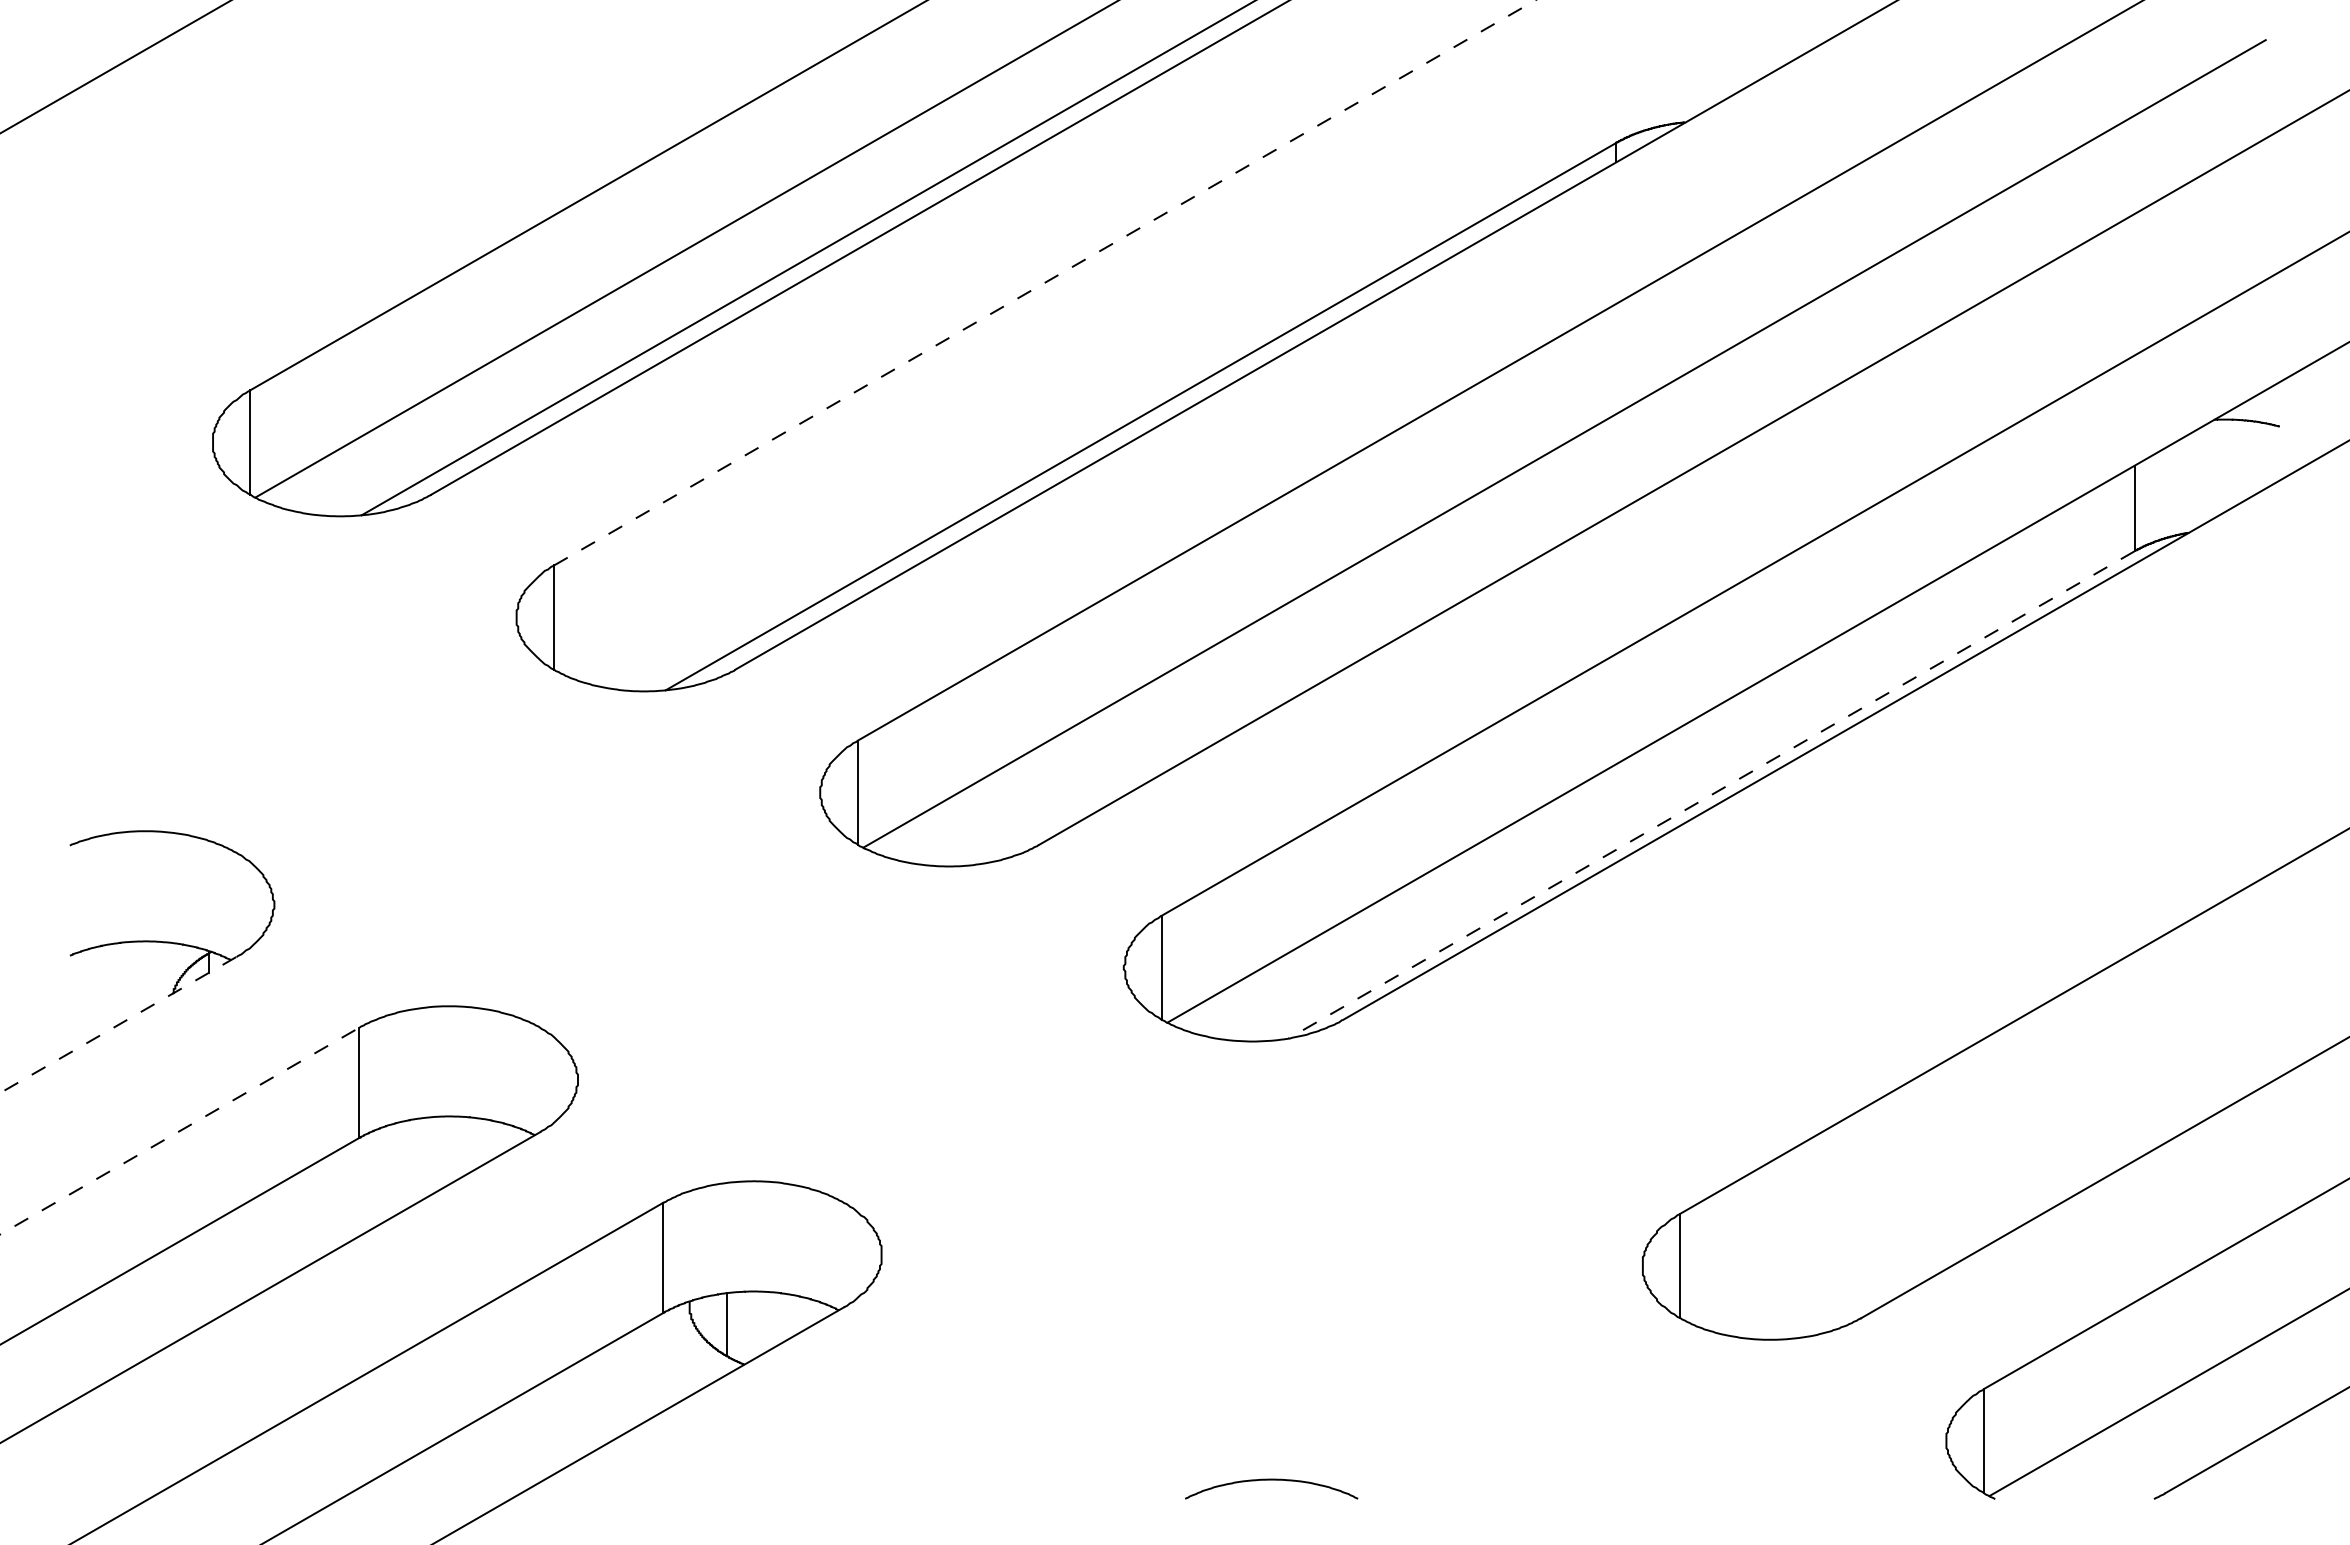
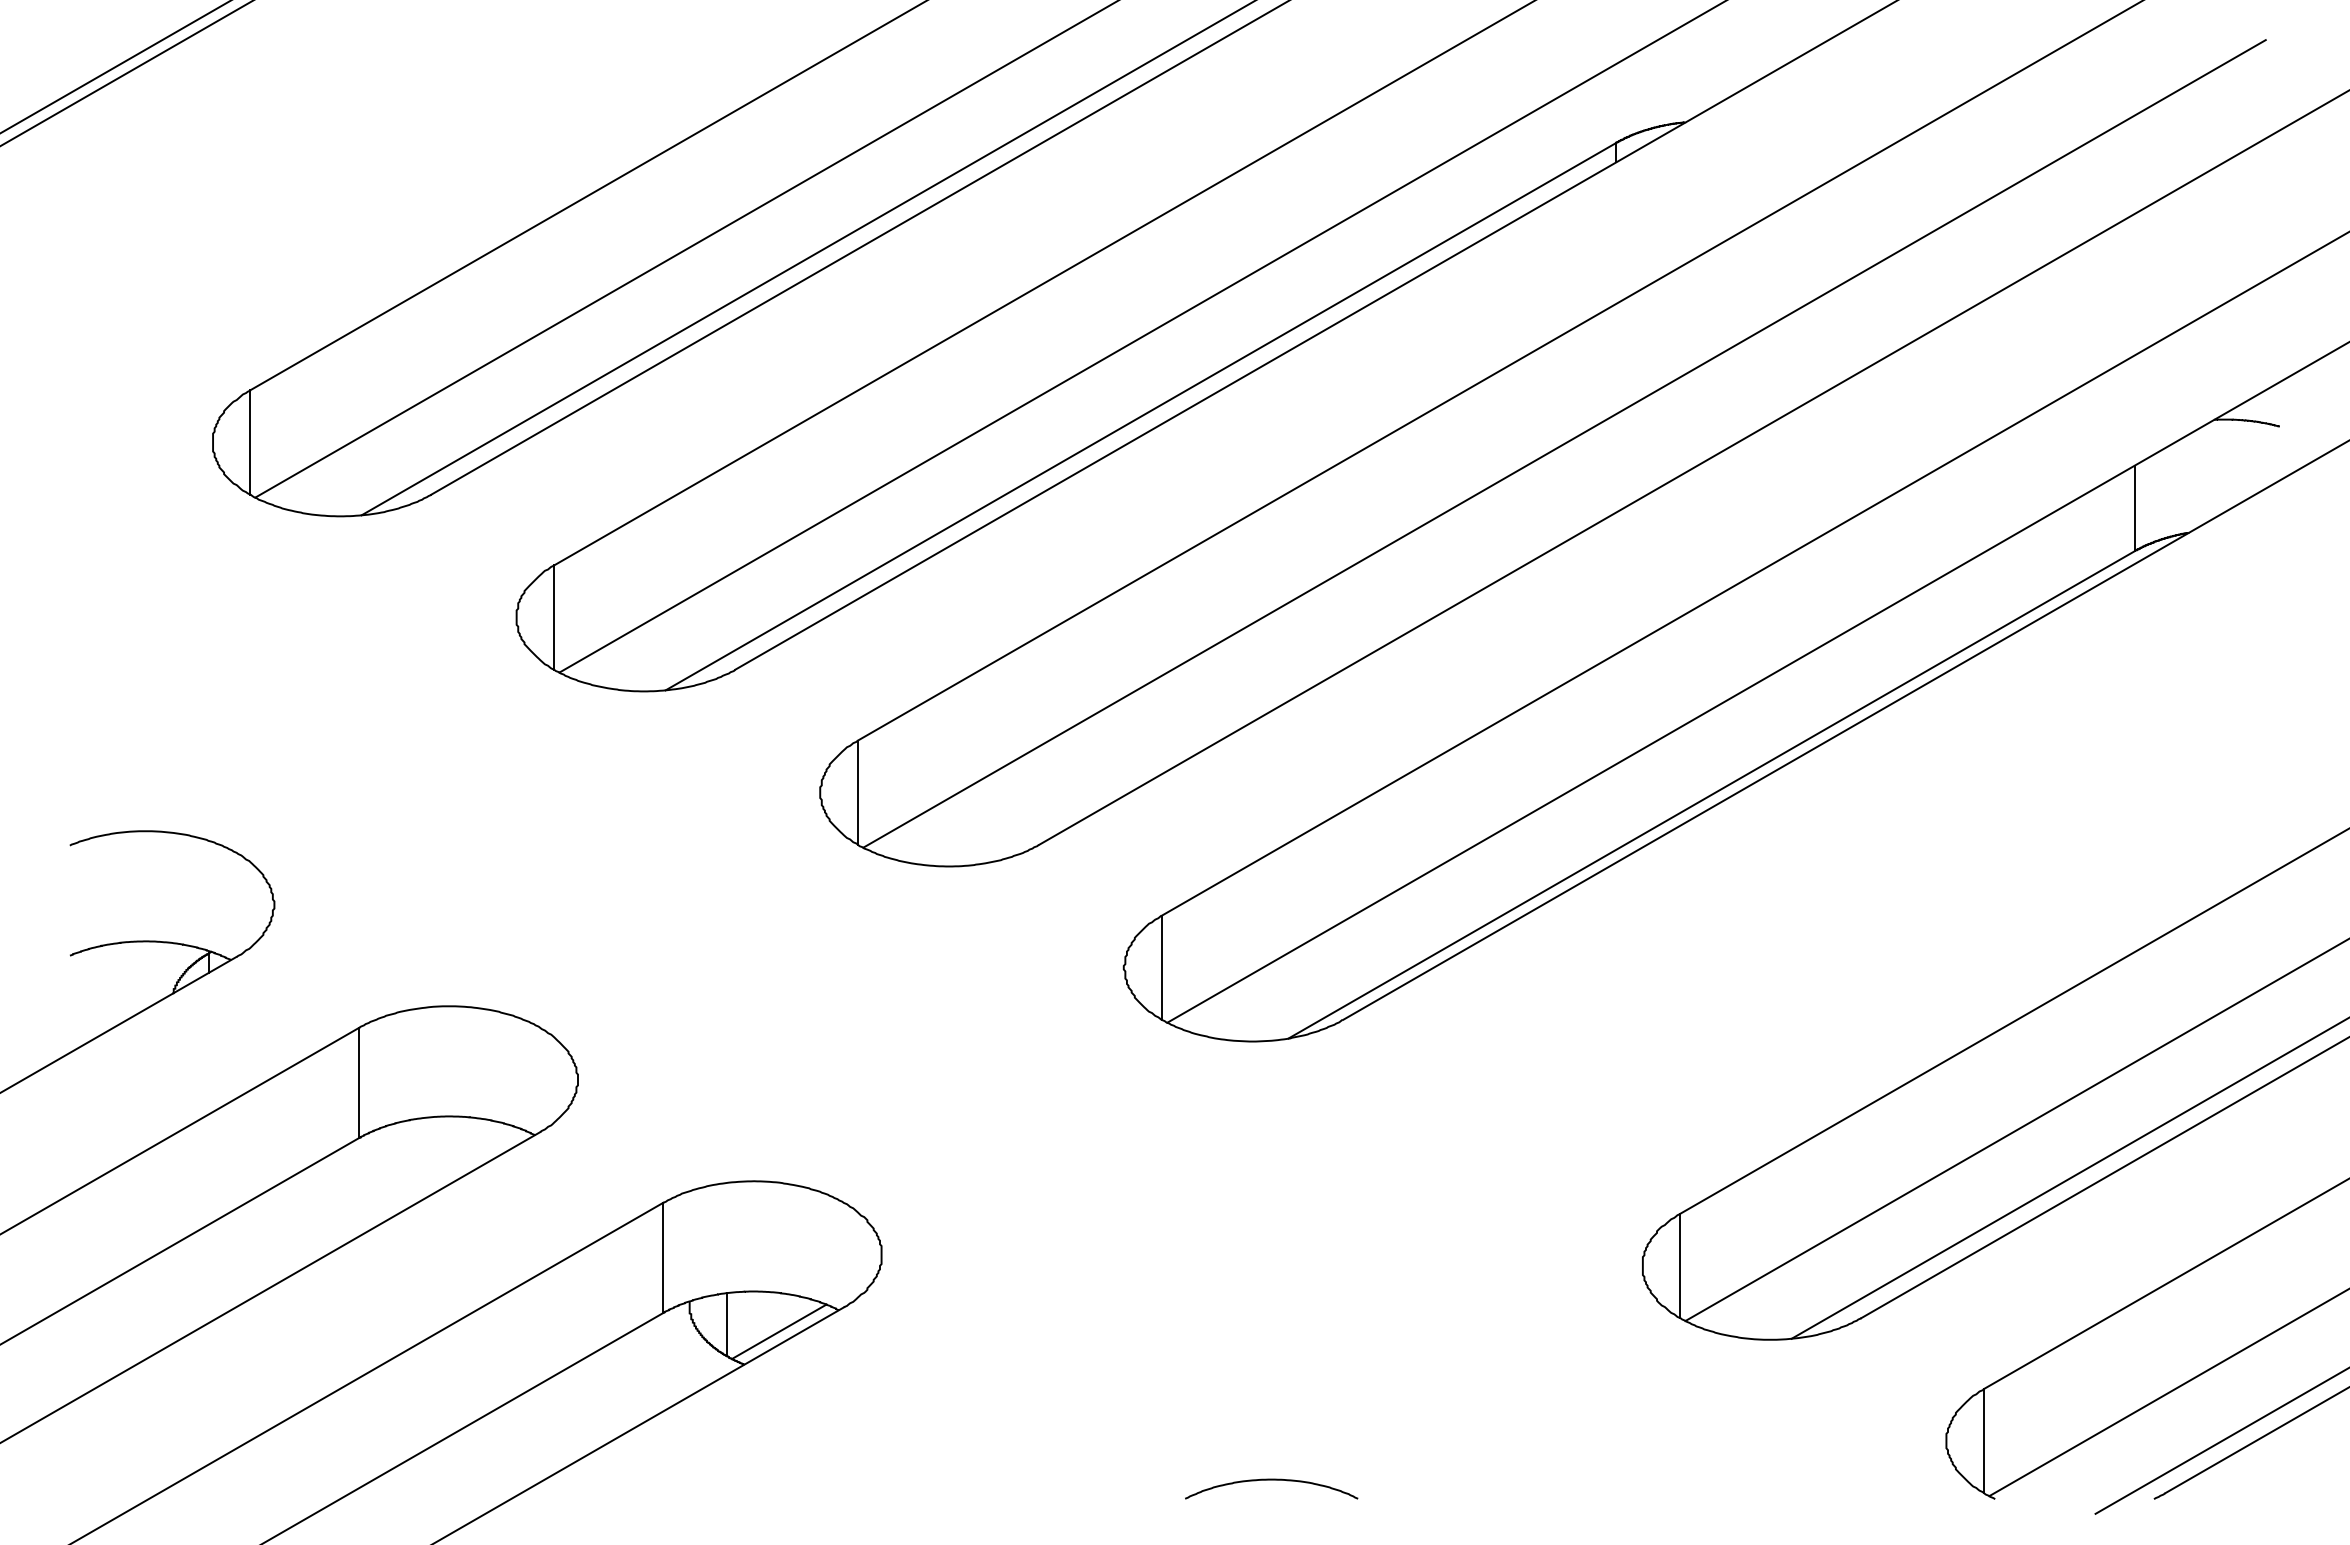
line at (126, 73): none -> present
line at (1045, 282): dashed -> solid
line at (1141, 337): none -> present
line at (1711, 795): dashed -> solid
line at (118, 1024): dashed -> solid
line at (2015, 1130): none -> present
line at (179, 1131): dashed -> solid
line at (2068, 1178): none -> present
line at (779, 1331): none -> present
line at (2220, 1441): none -> present
